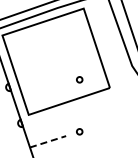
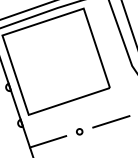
circle at (79, 79): present -> none
line at (111, 121): none -> present
line at (48, 141): dashed -> solid
